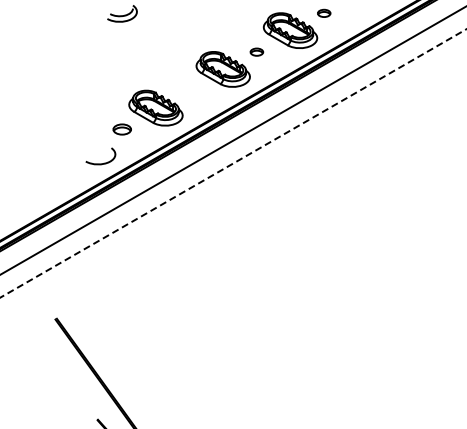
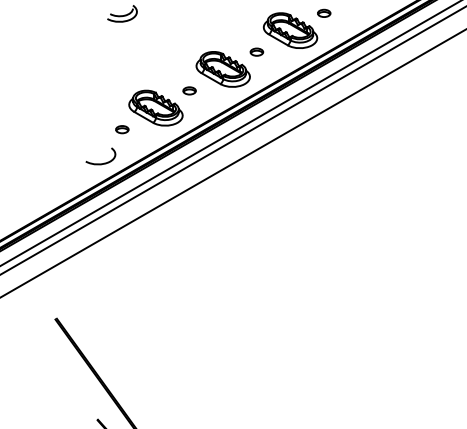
part at (189, 90): none -> present
part at (121, 129) size: 20x13 px -> 15x10 px
line at (230, 133): none -> present
line at (233, 163): dashed -> solid
